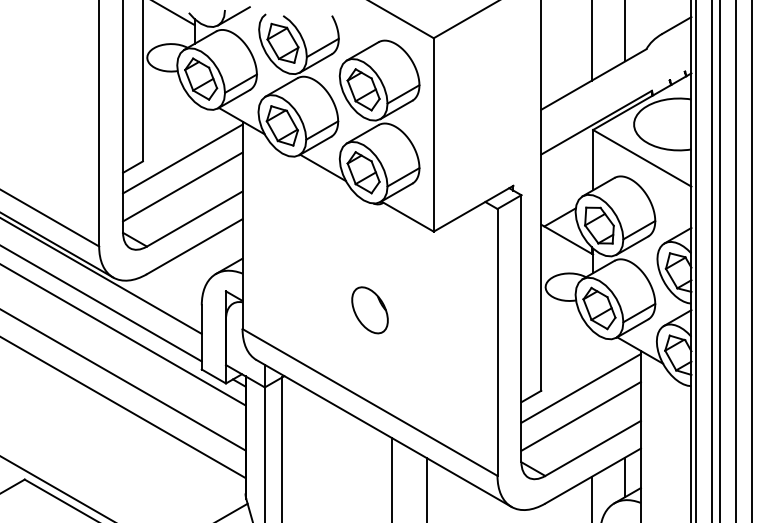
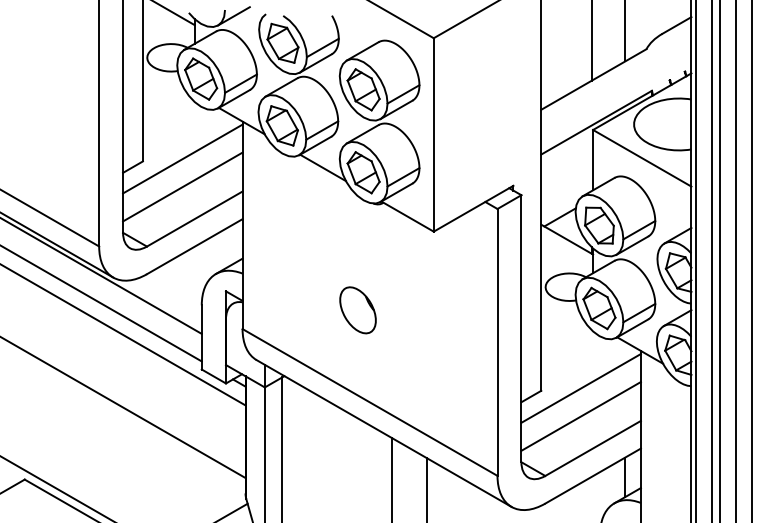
part at (369, 310) position: (369, 310) -> (357, 310)
line at (123, 380): present -> none
line at (591, 498): present -> none
